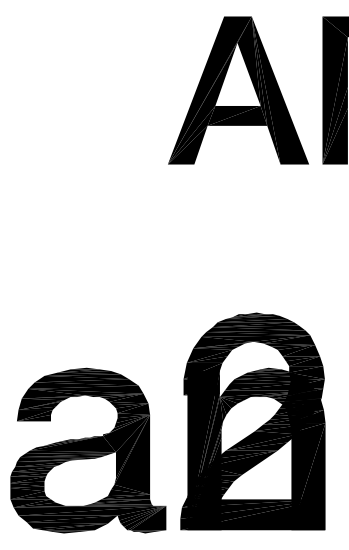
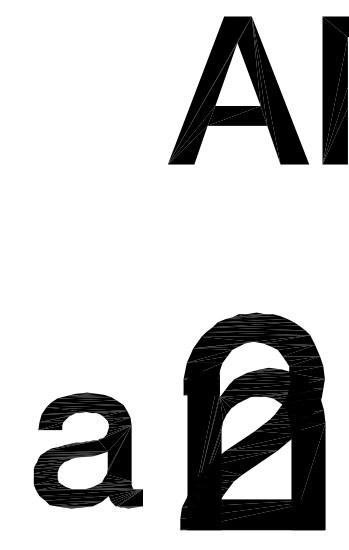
part at (88, 450) size: 157x167 px -> 110x117 px
